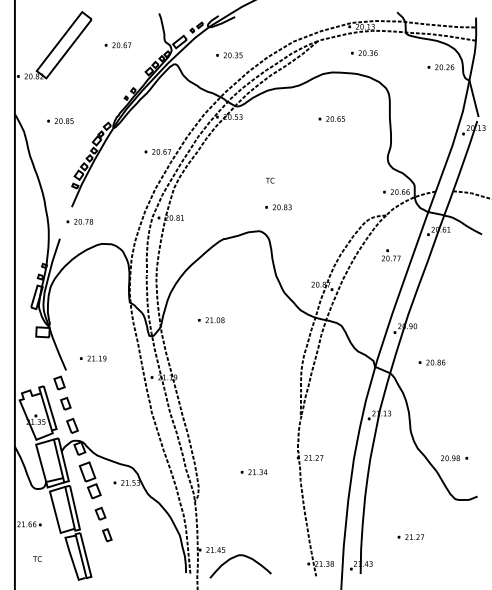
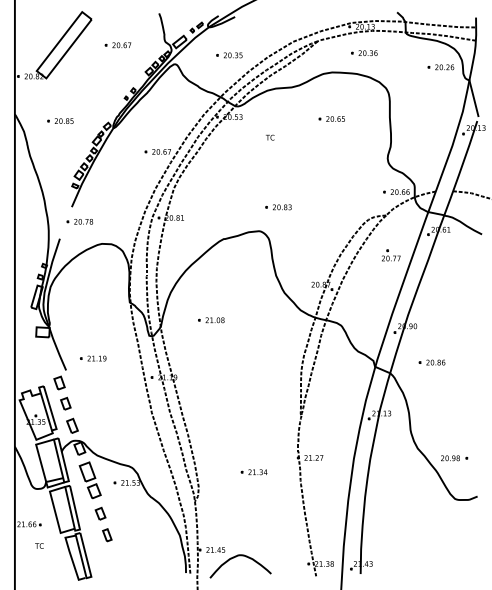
text at (270, 180) position: (270, 180) -> (270, 137)
part at (410, 536): present -> none
text at (37, 558) position: (37, 558) -> (39, 545)
